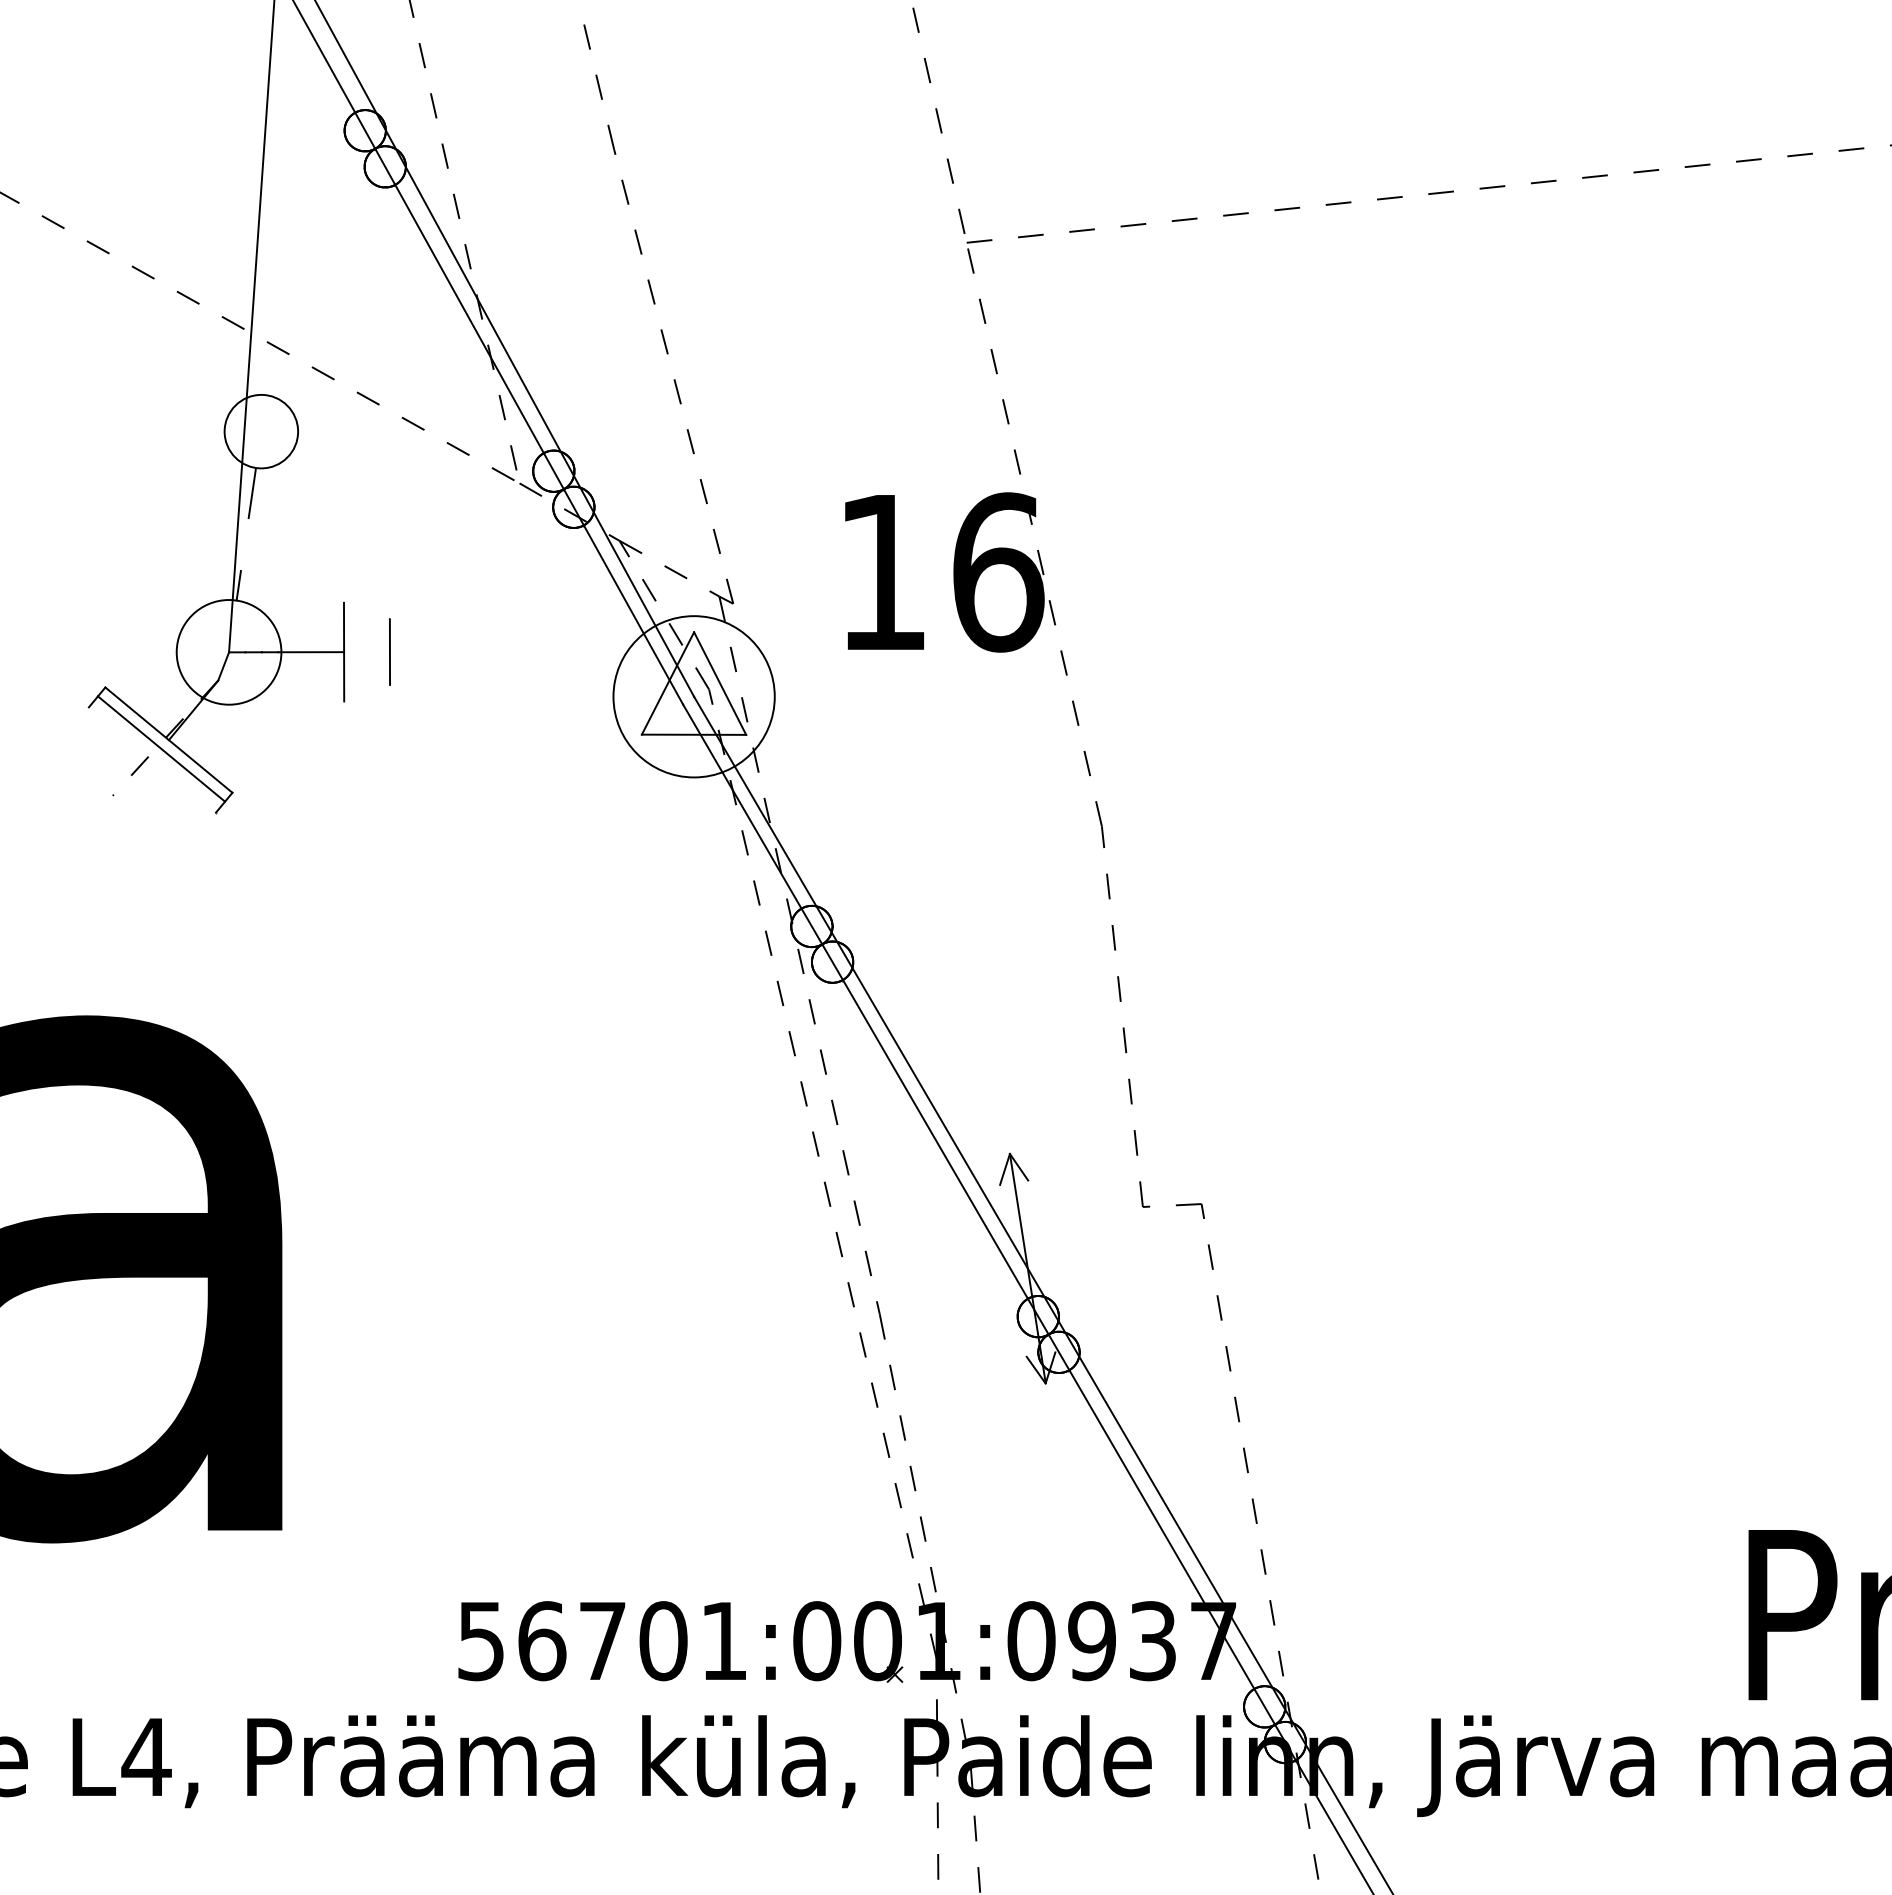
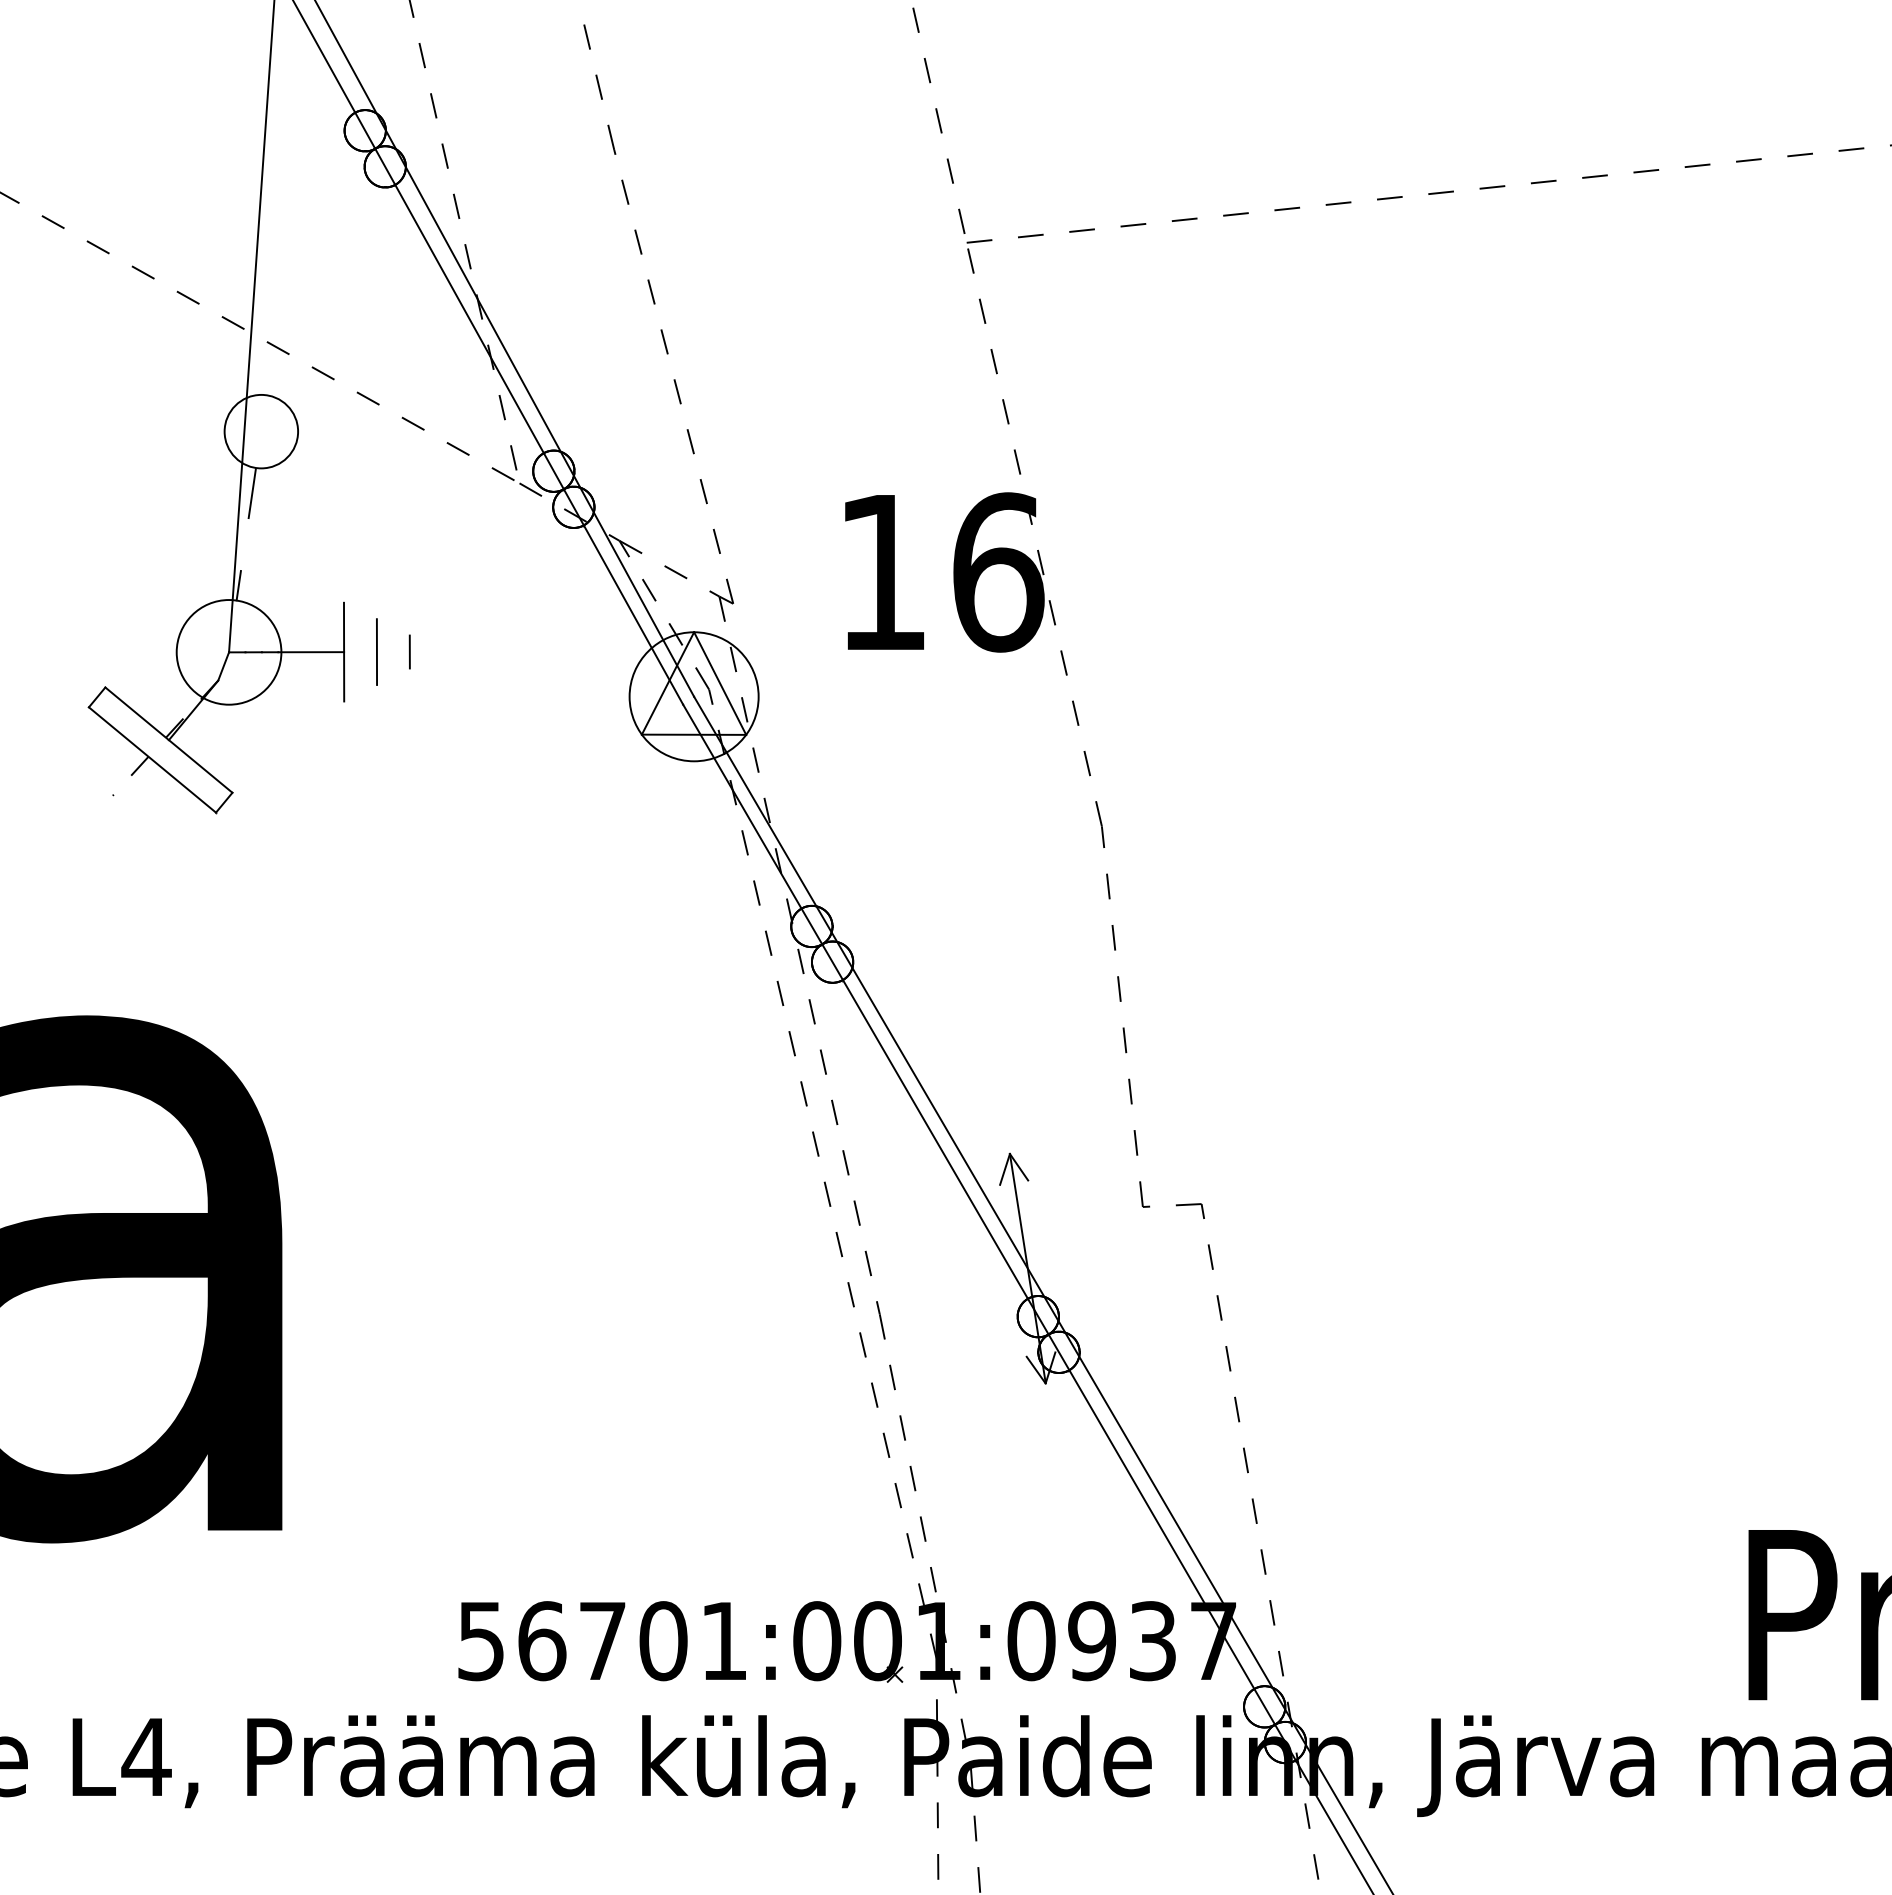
line at (389, 651) position: (389, 651) -> (376, 651)
line at (409, 651): none -> present
circle at (693, 696) diameter: 161 px -> 129 px
line at (161, 748) position: (161, 748) -> (152, 759)
